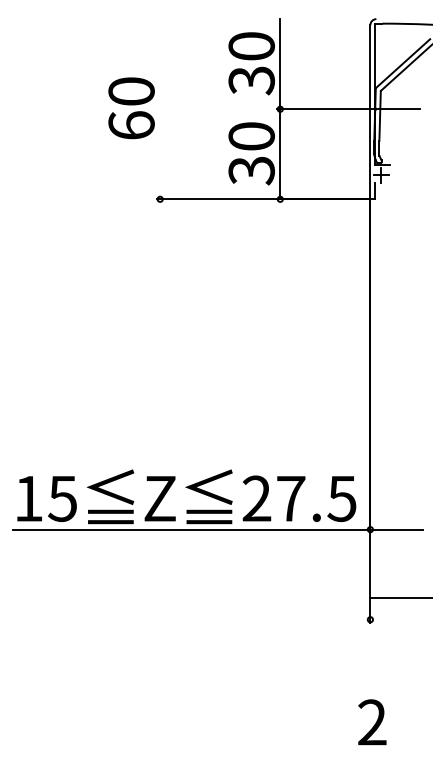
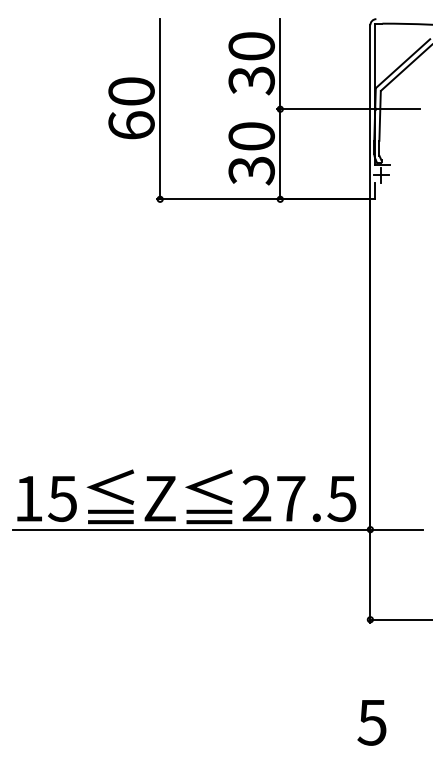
line at (160, 109): none -> present
line at (399, 597) position: (399, 597) -> (399, 619)
text at (371, 722): 2 -> 5
